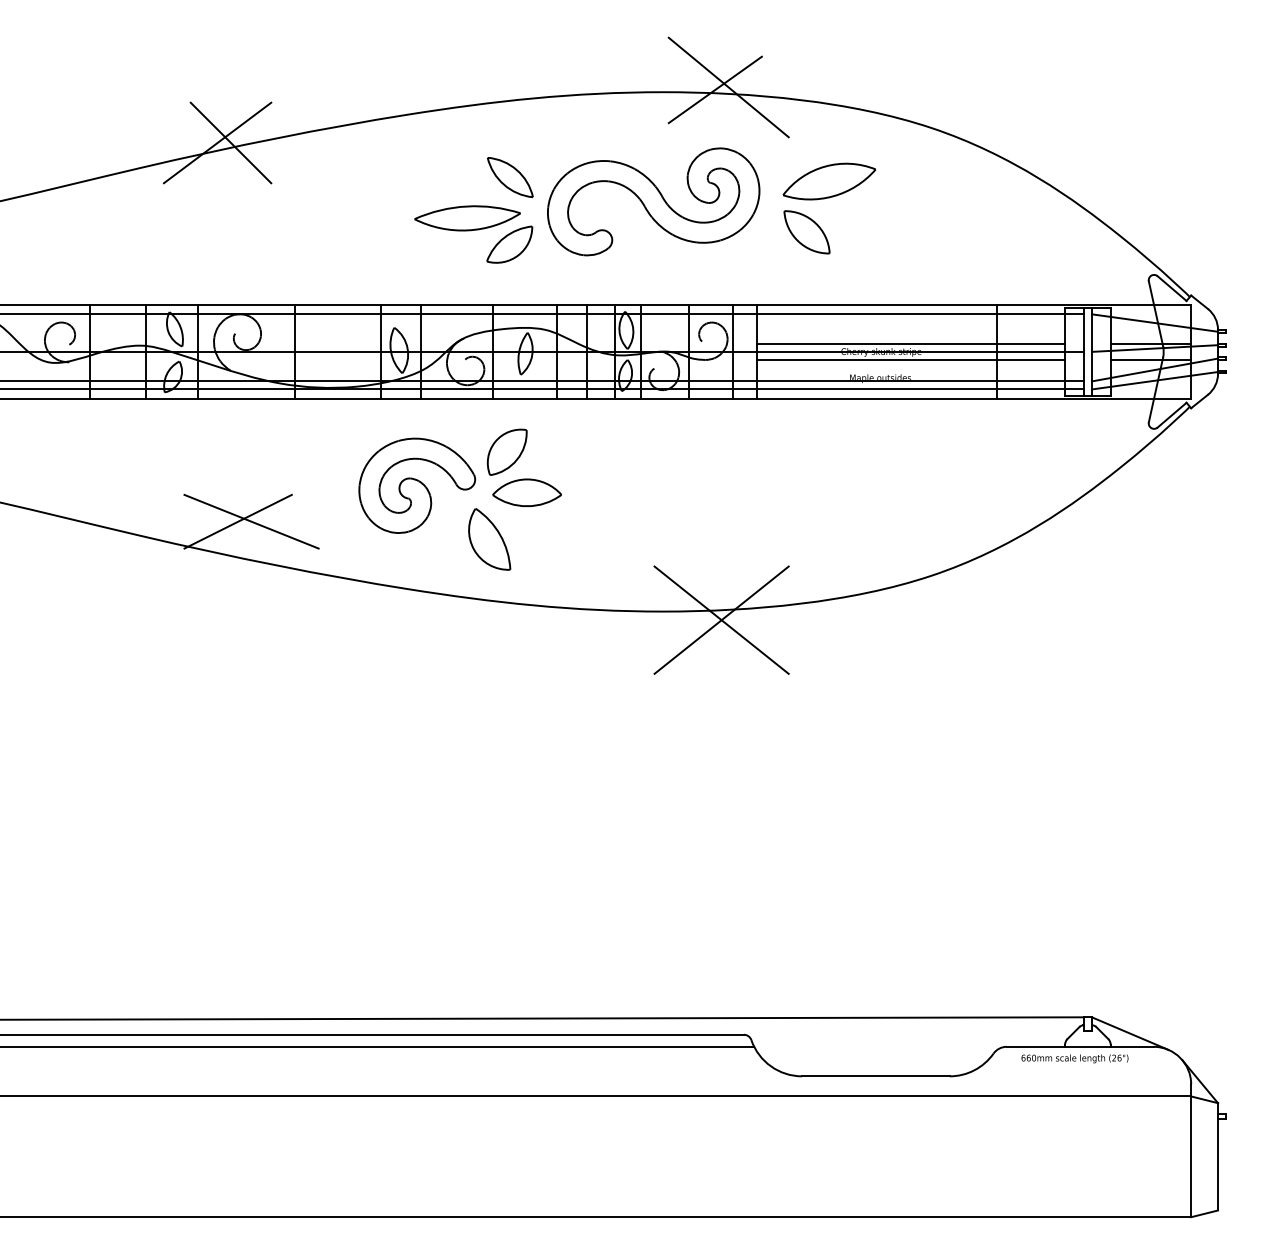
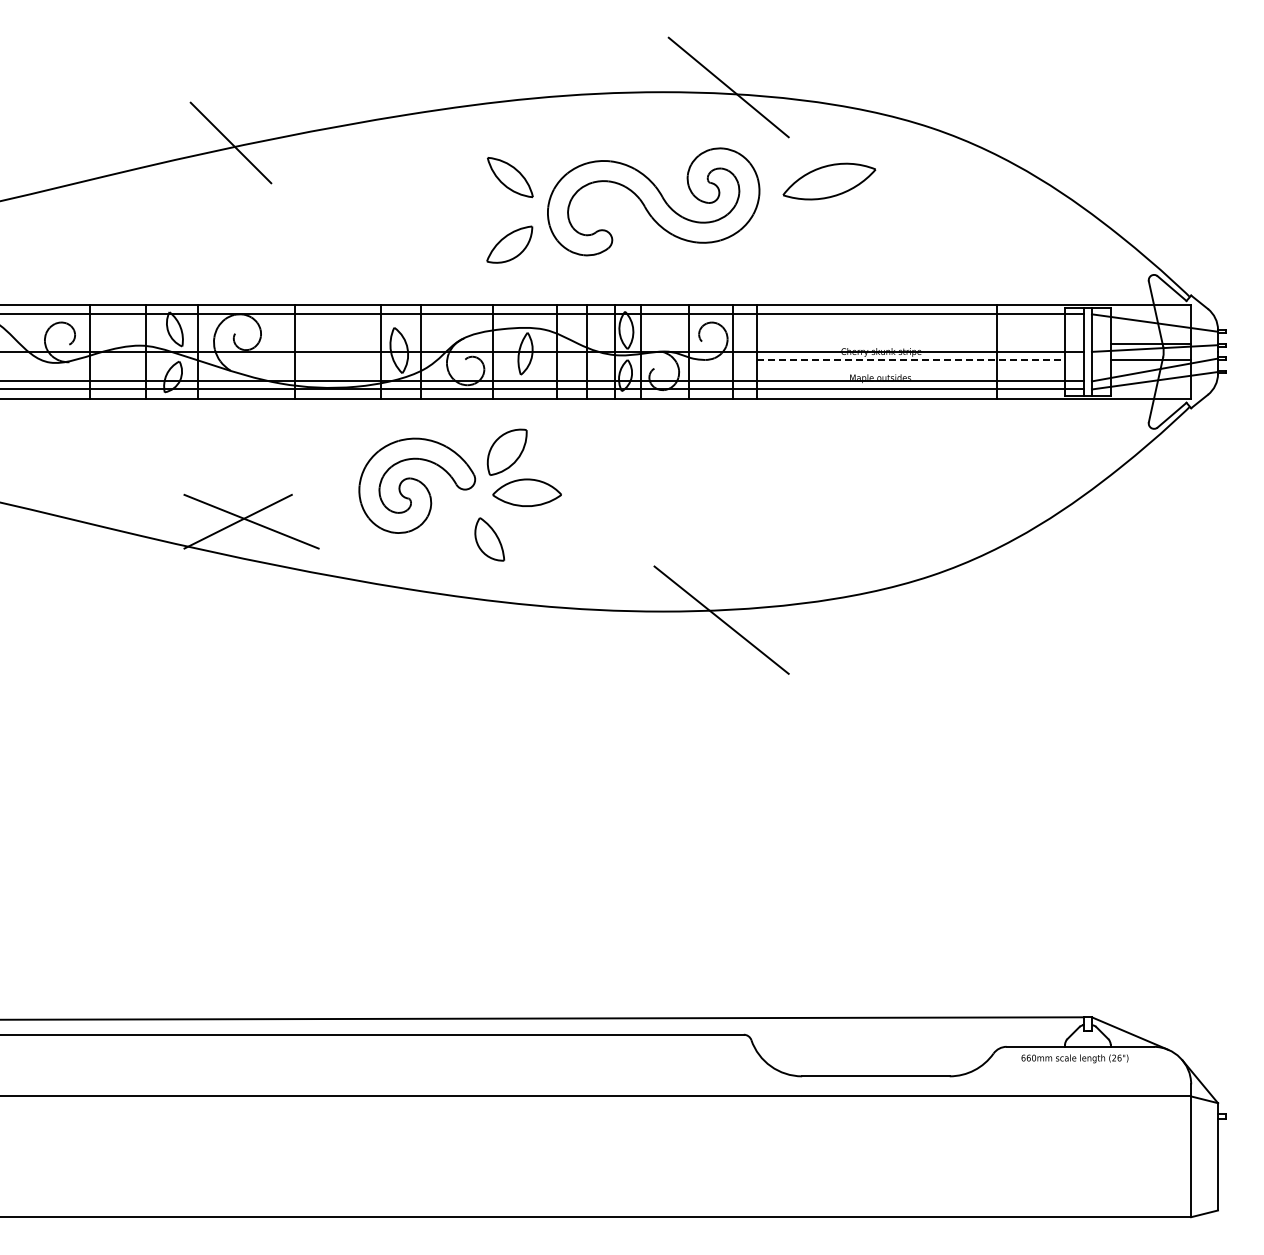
line at (714, 89): present -> none
line at (217, 142): present -> none
part at (467, 218): present -> none
part at (806, 232): present -> none
line at (911, 343): present -> none
line at (911, 359): solid -> dashed
part at (489, 539) size: 44x63 px -> 32x45 px
line at (721, 619): present -> none
line at (378, 1046): present -> none
